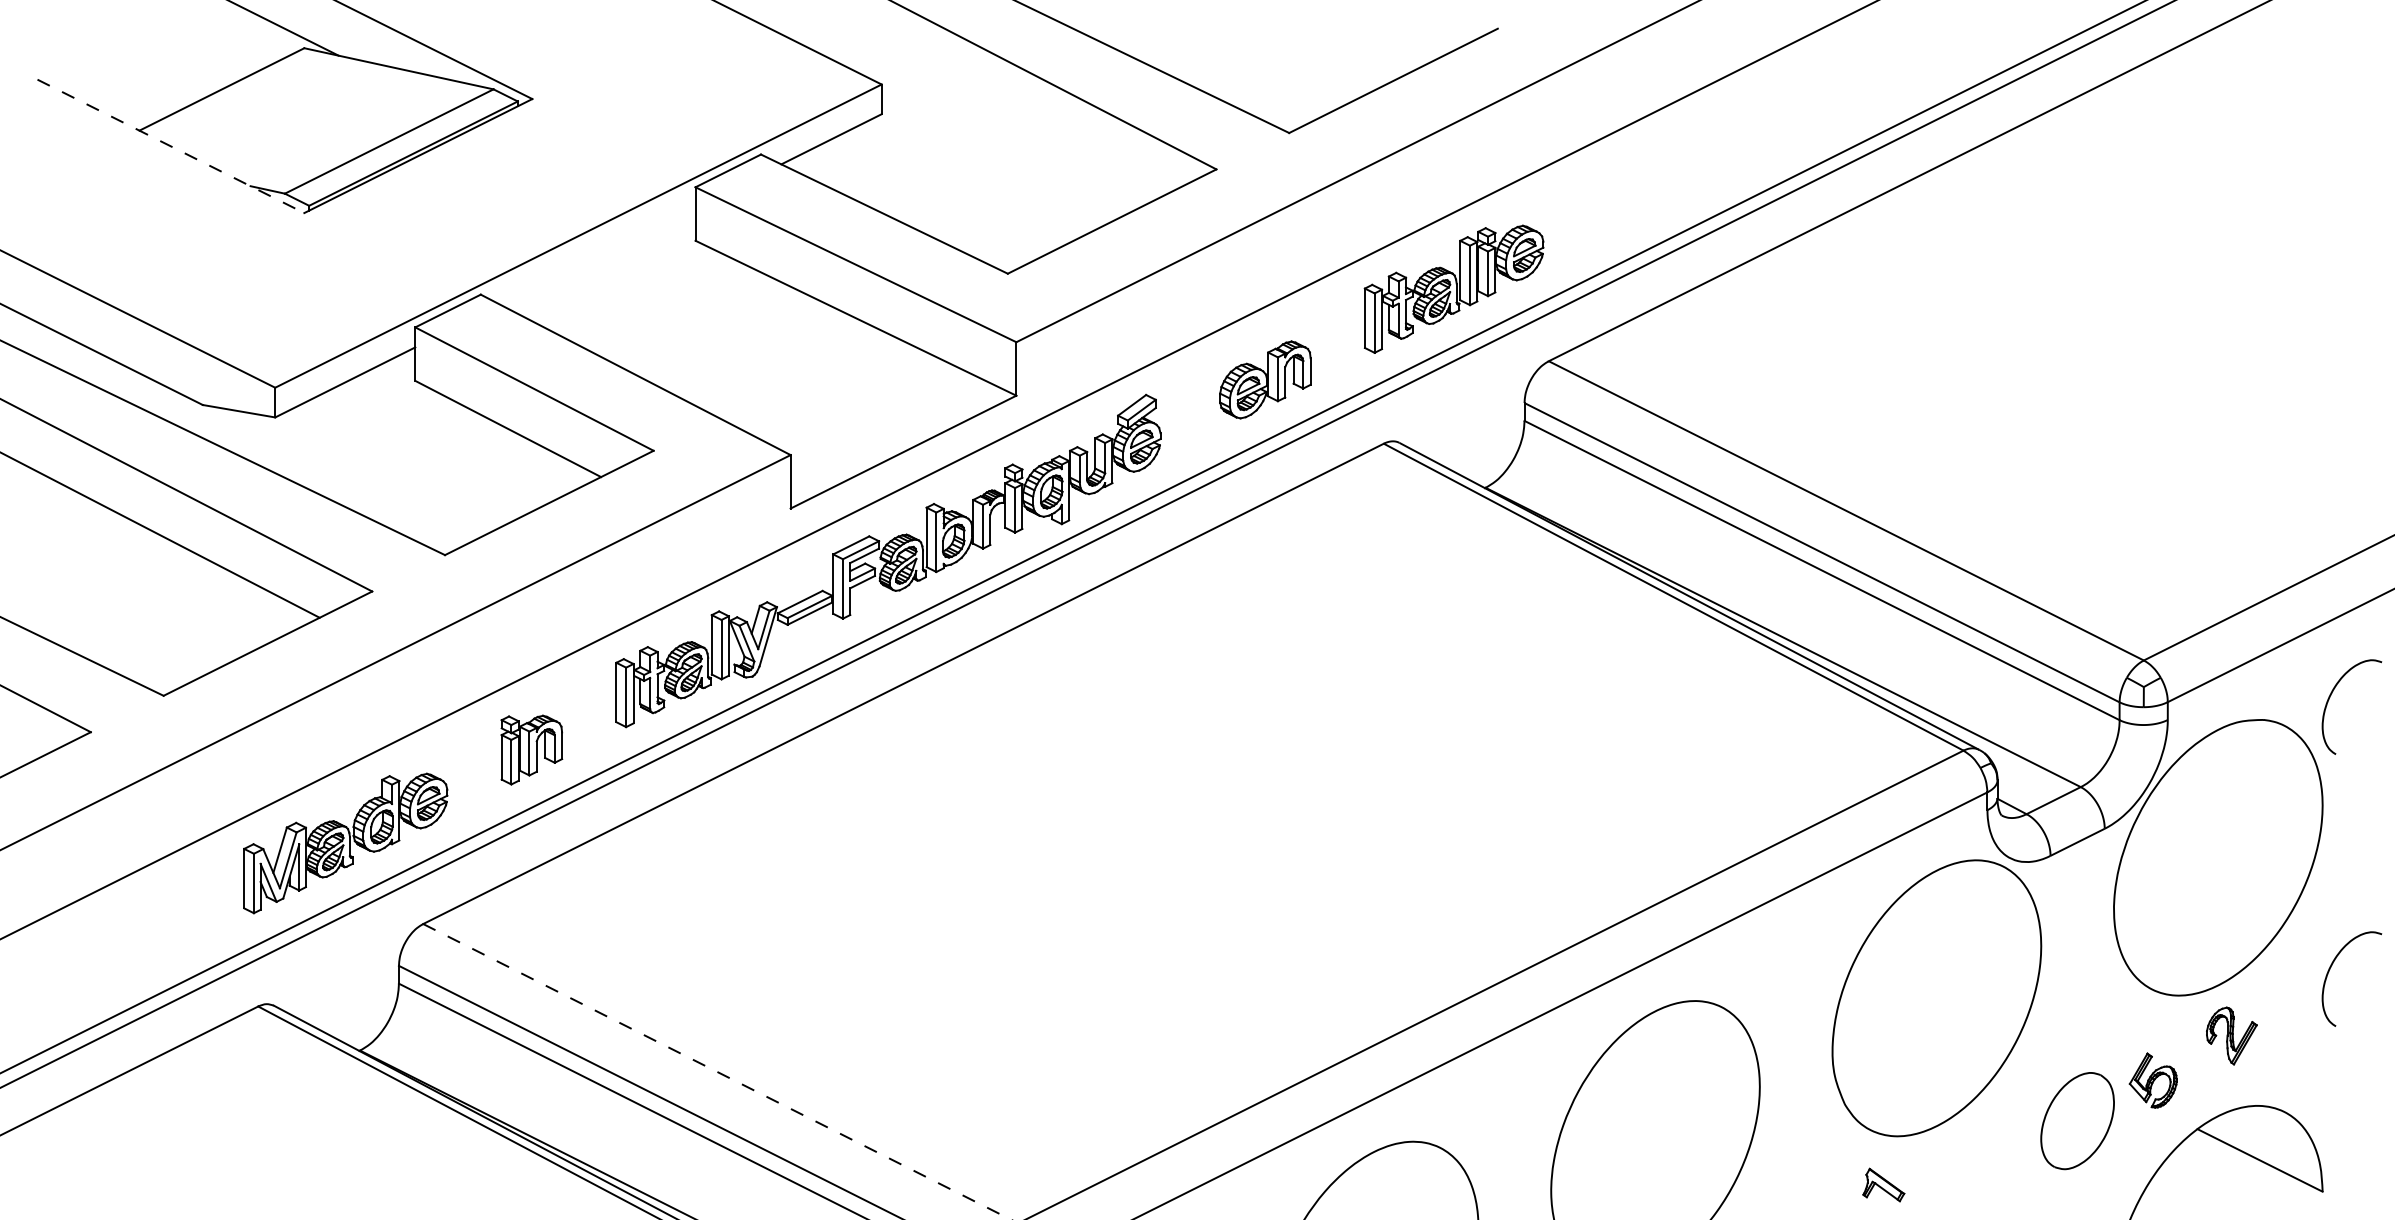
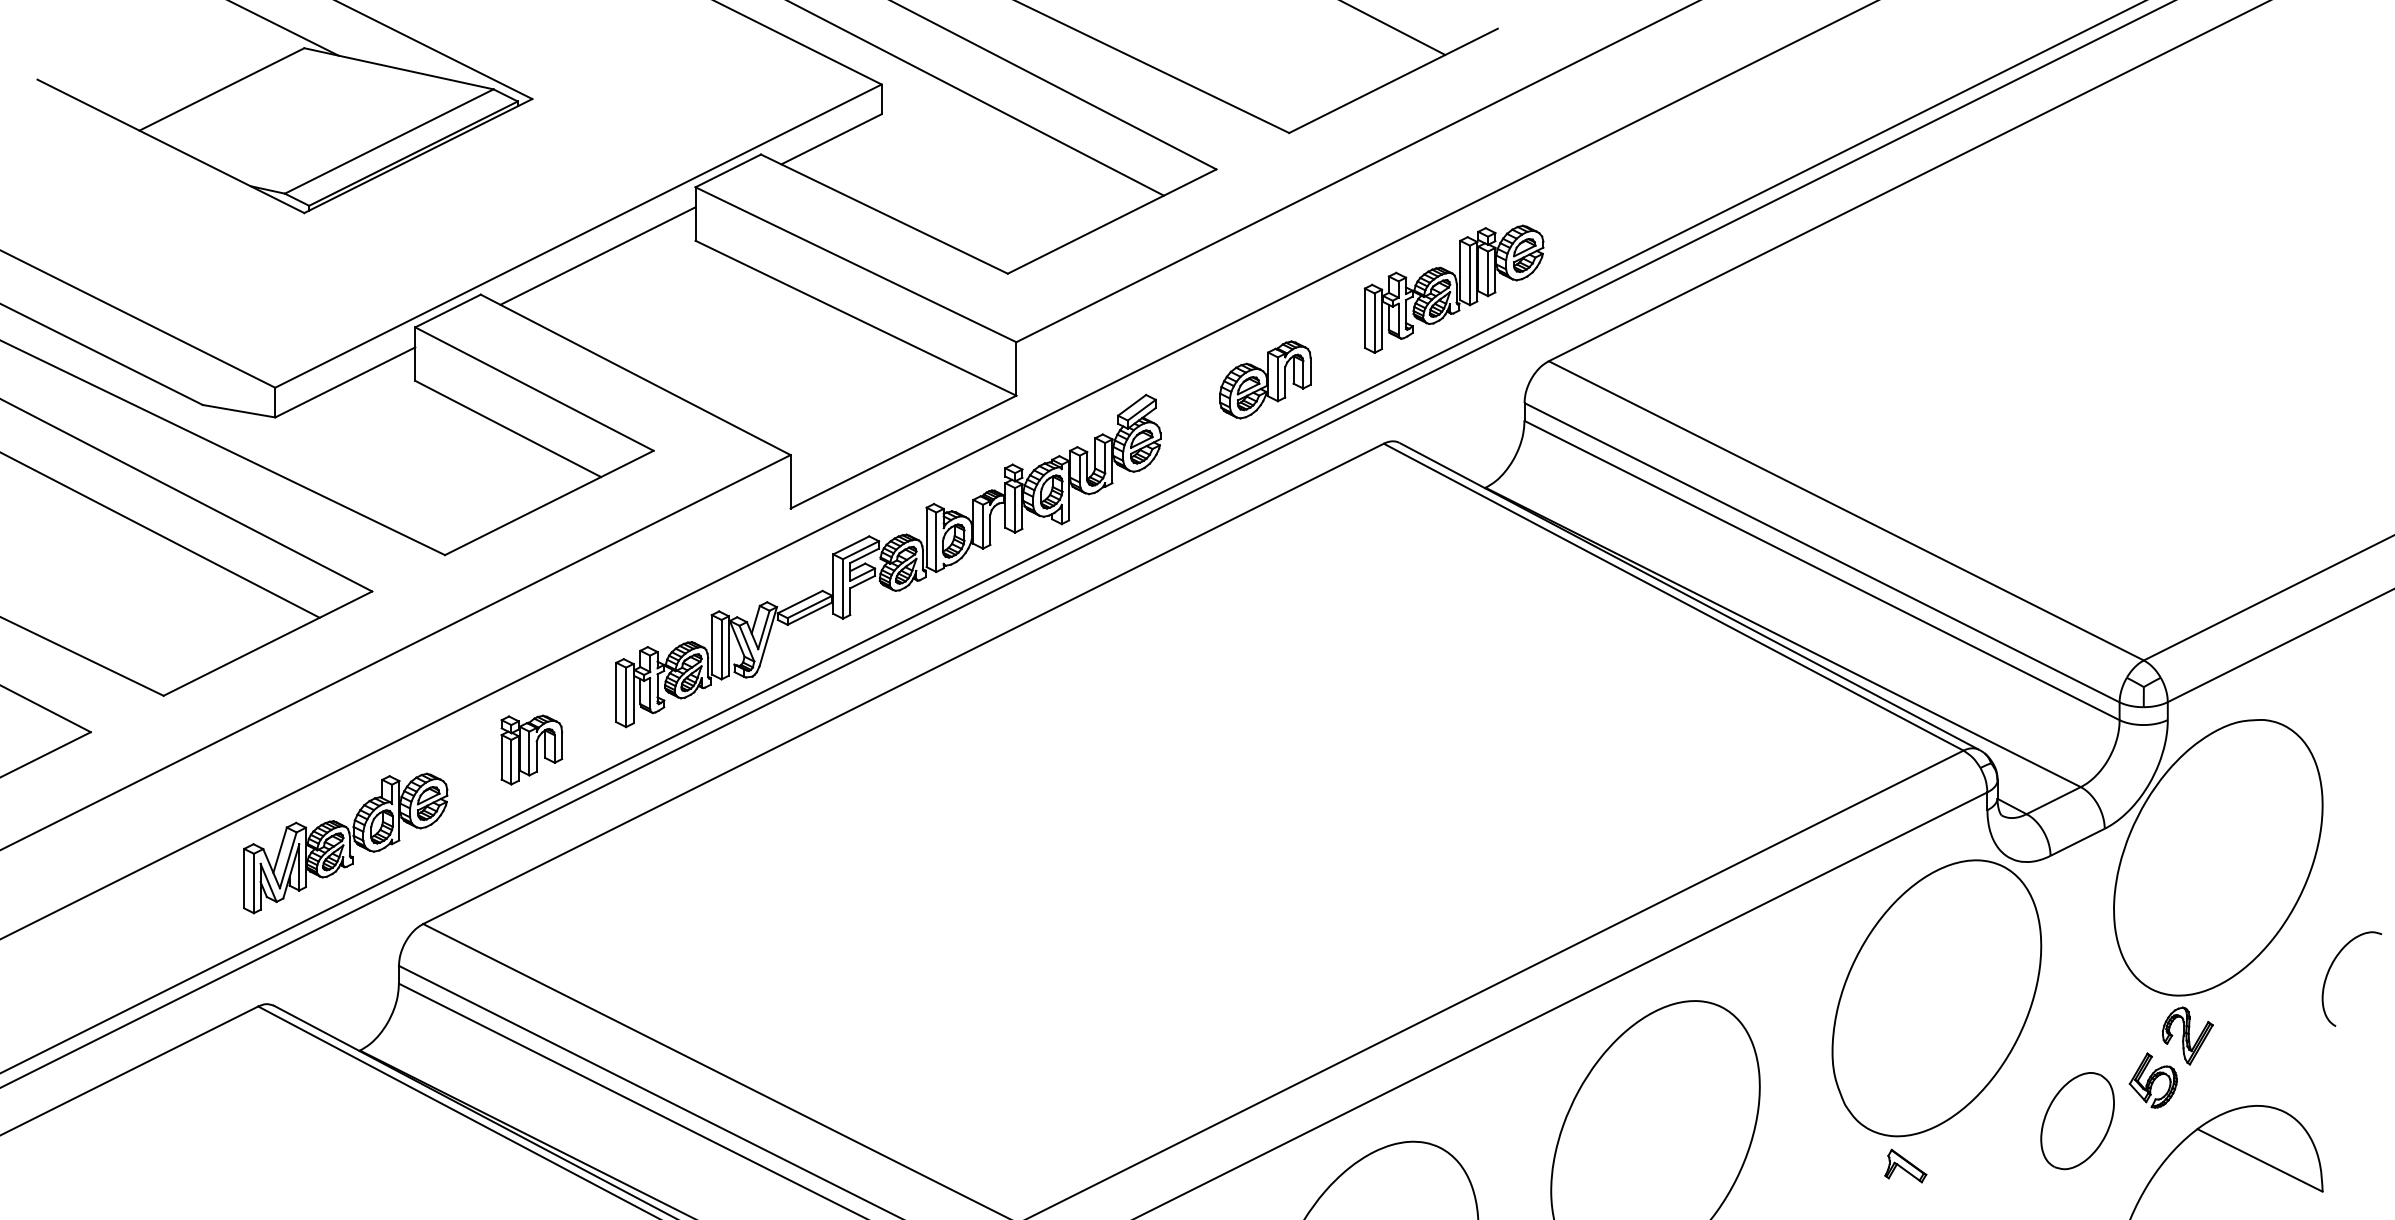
line at (1394, 28): none -> present
line at (976, 98): none -> present
line at (171, 146): dashed -> solid
line at (597, 255): none -> present
curve at (2331, 695): present -> none
part at (2231, 1035) position: (2231, 1035) -> (2187, 1035)
line at (717, 1072): dashed -> solid
part at (1883, 1184) position: (1883, 1184) -> (1905, 1165)
